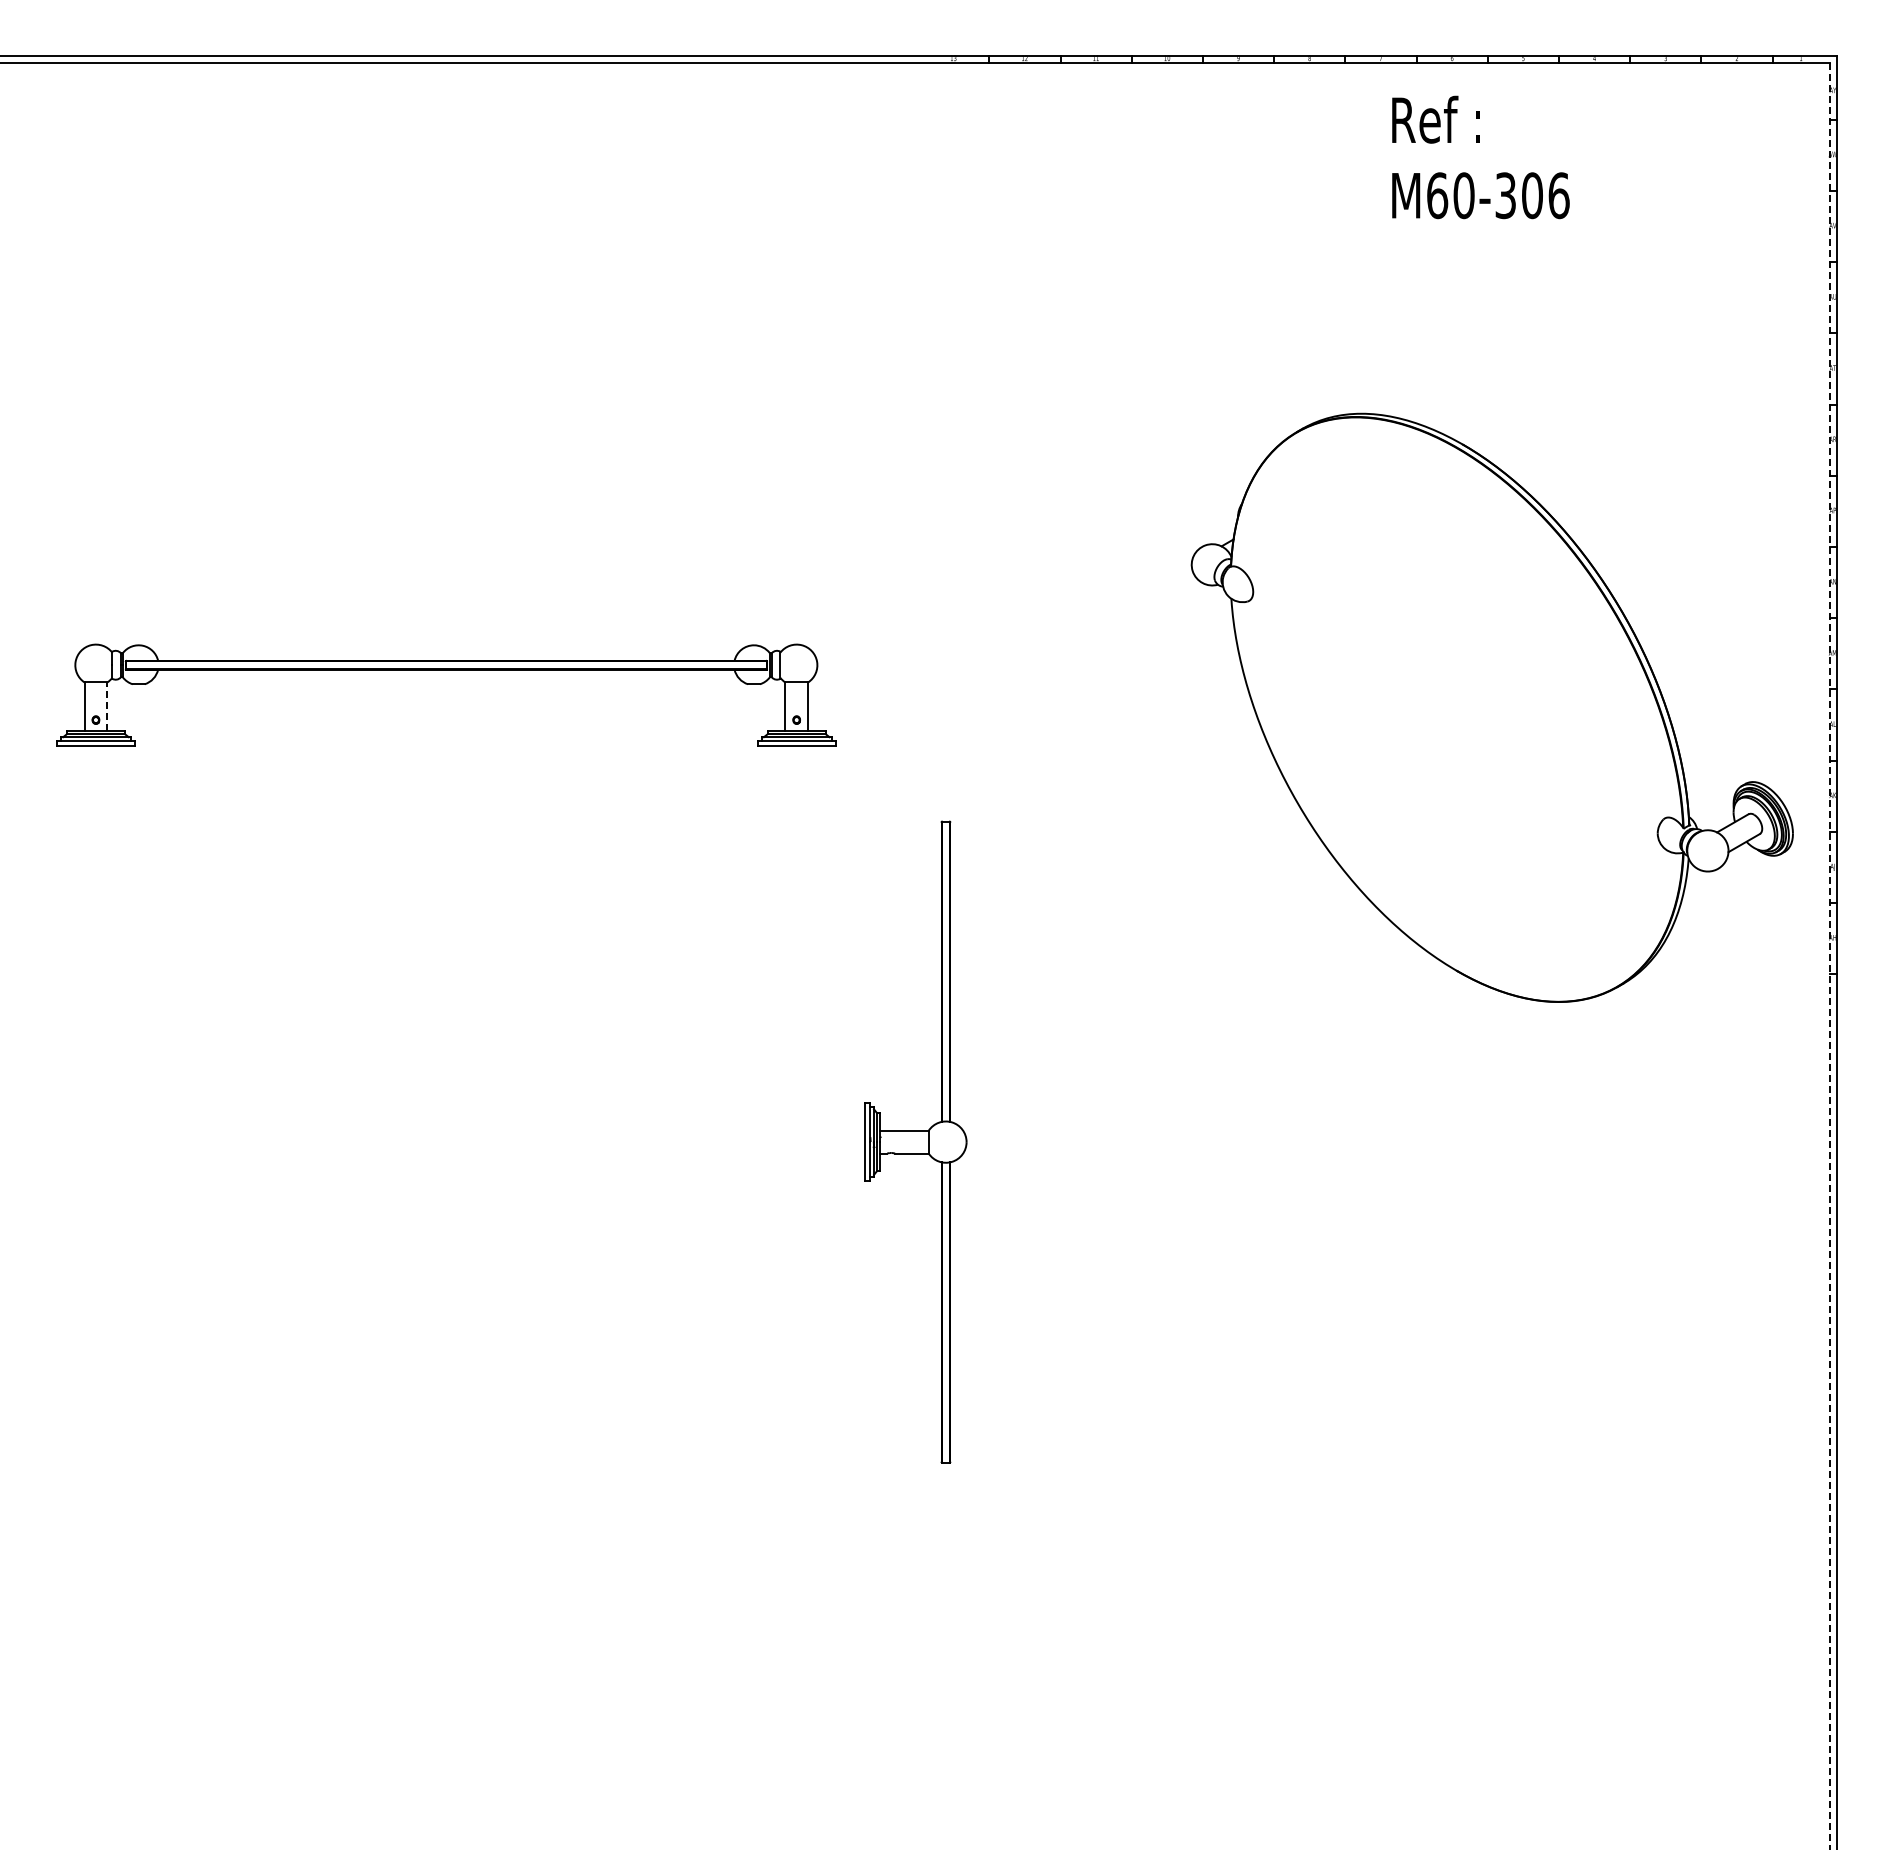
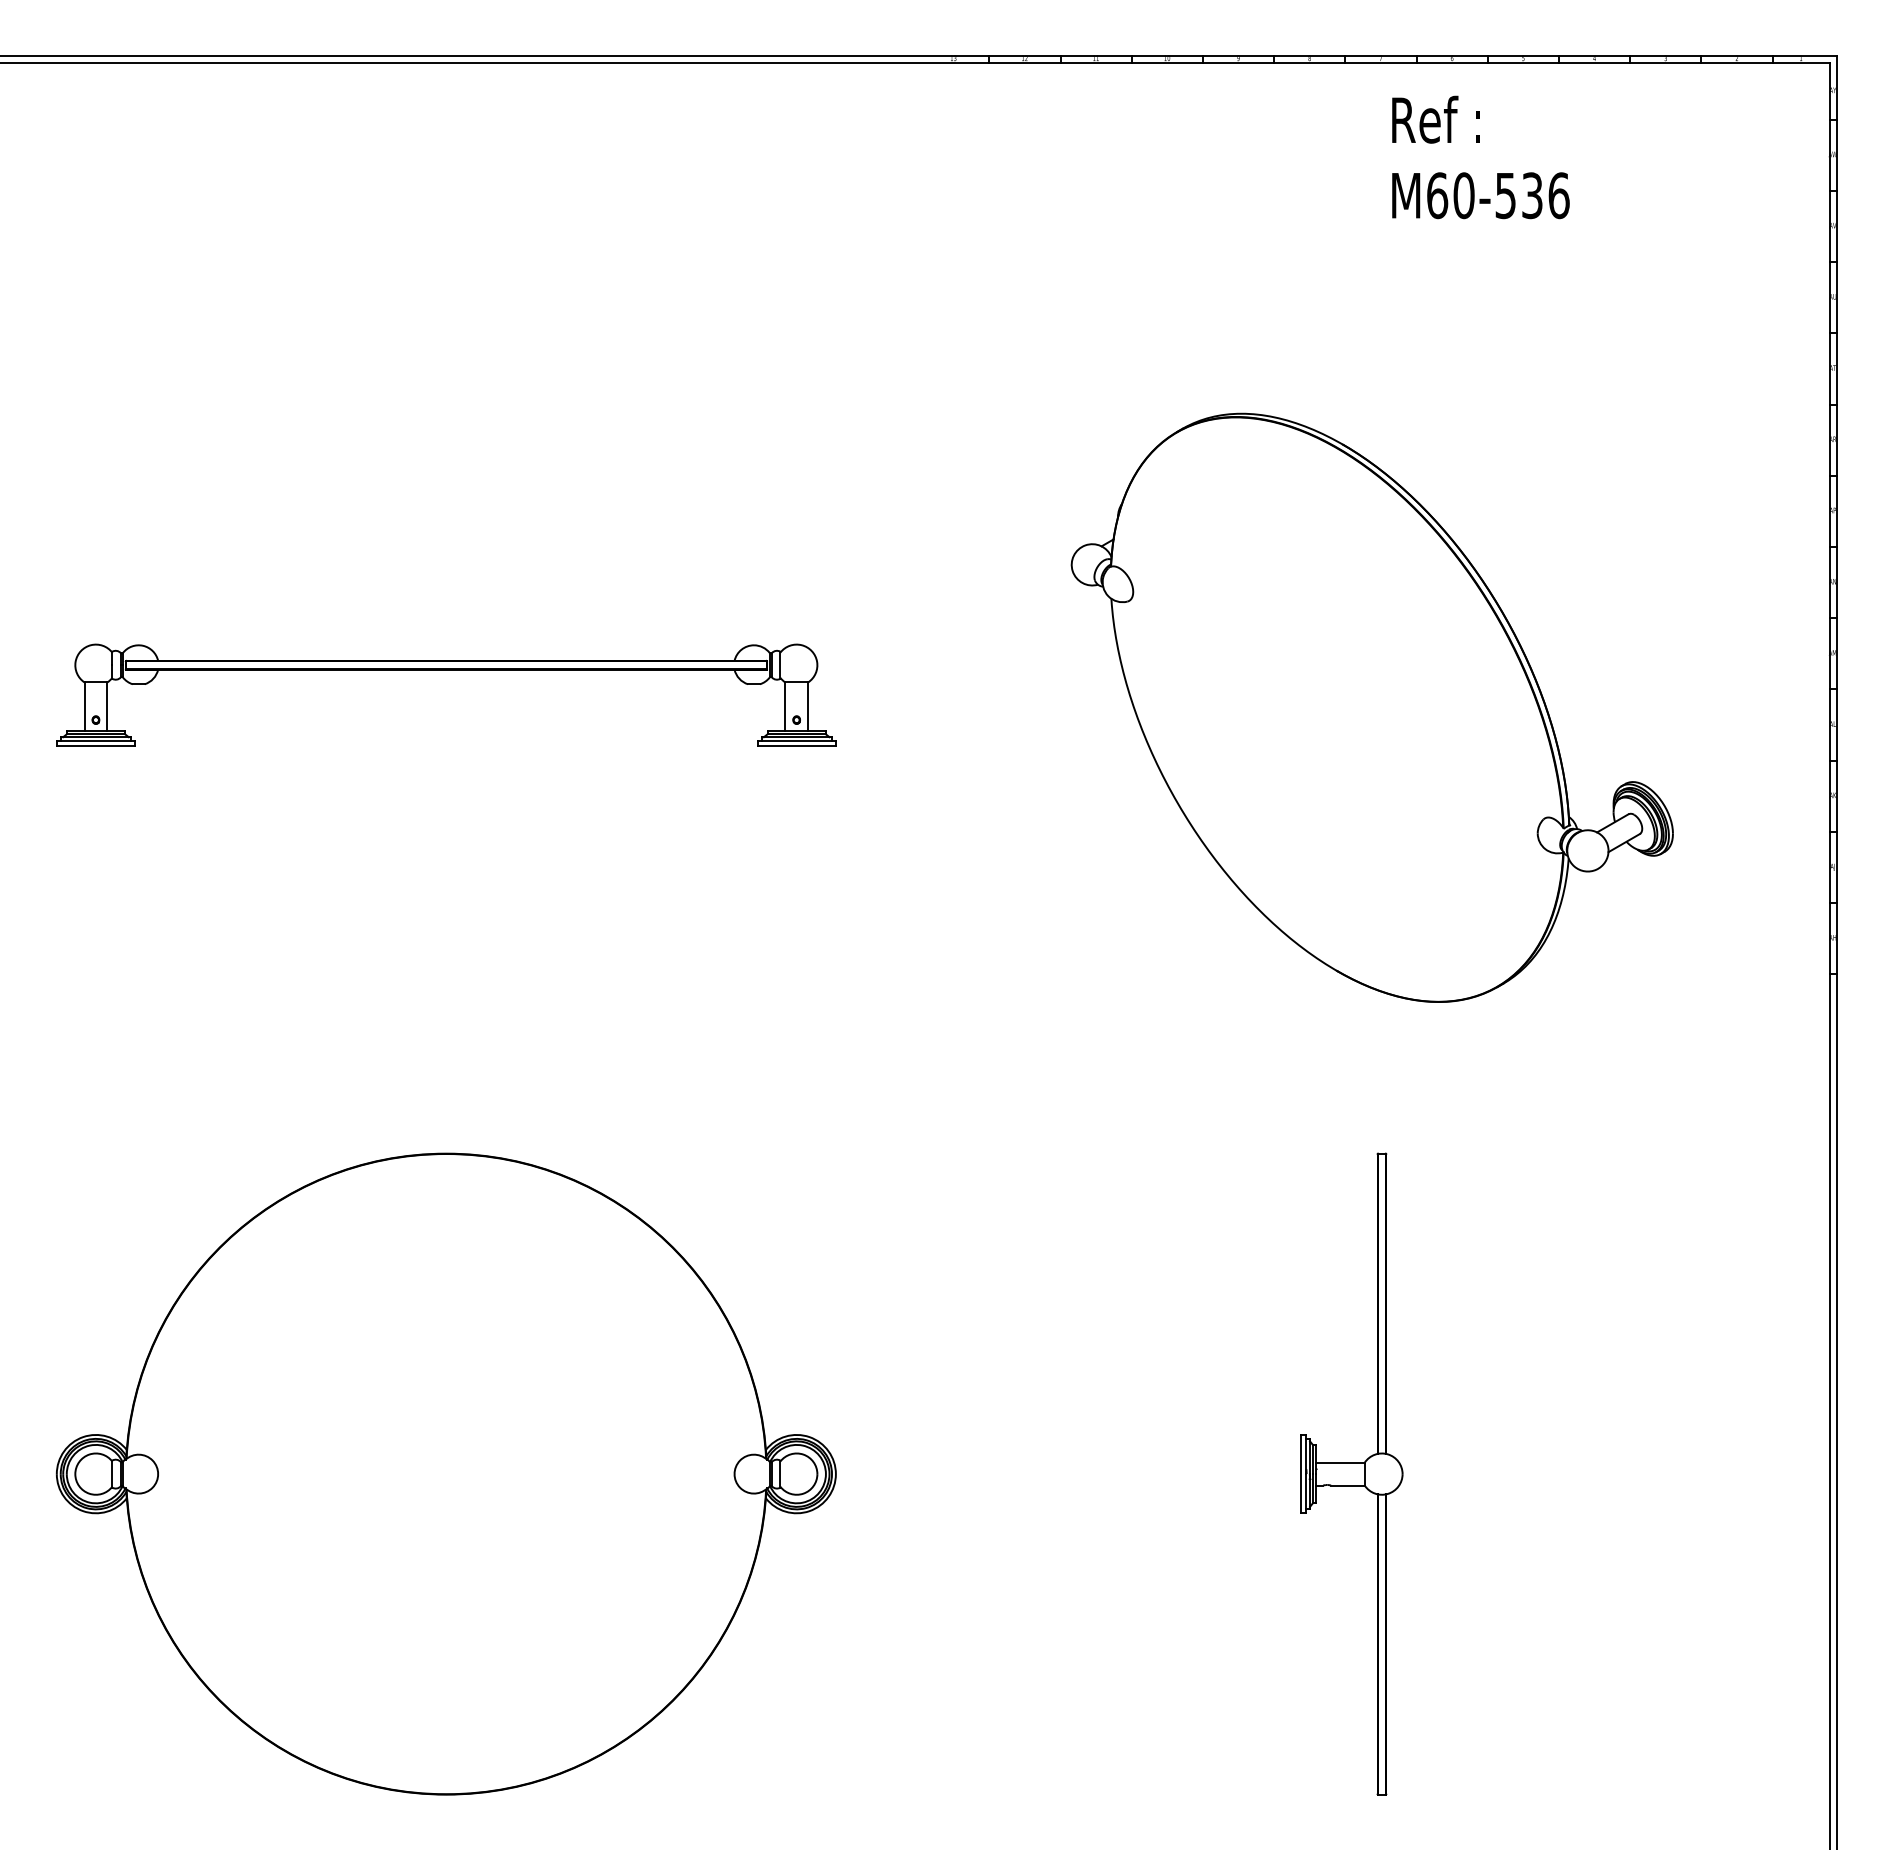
text at (1519, 195): ^JM60-306 -> ^JM60-536
line at (107, 706): dashed -> solid
part at (1491, 707) position: (1491, 707) -> (1371, 707)
line at (1829, 956): dashed -> solid
part at (915, 1141) position: (915, 1141) -> (1351, 1473)
part at (445, 1473): none -> present
